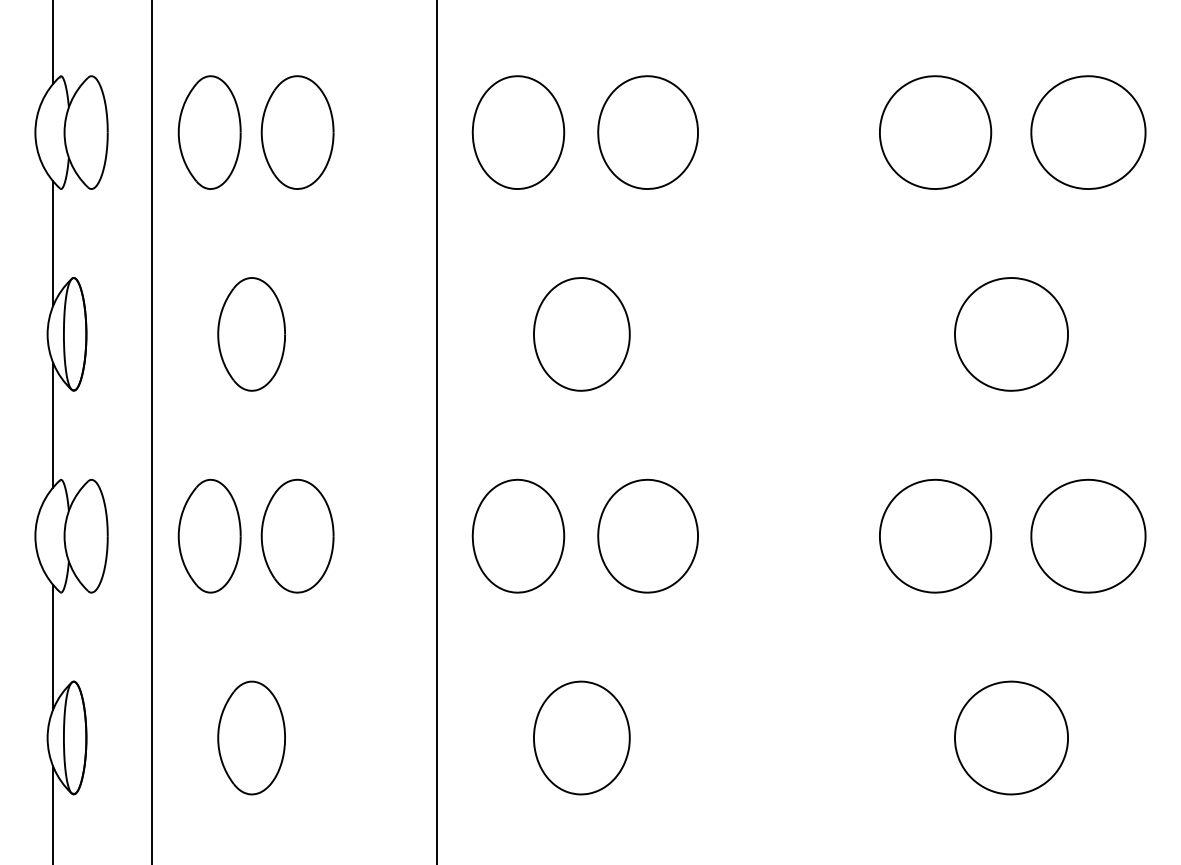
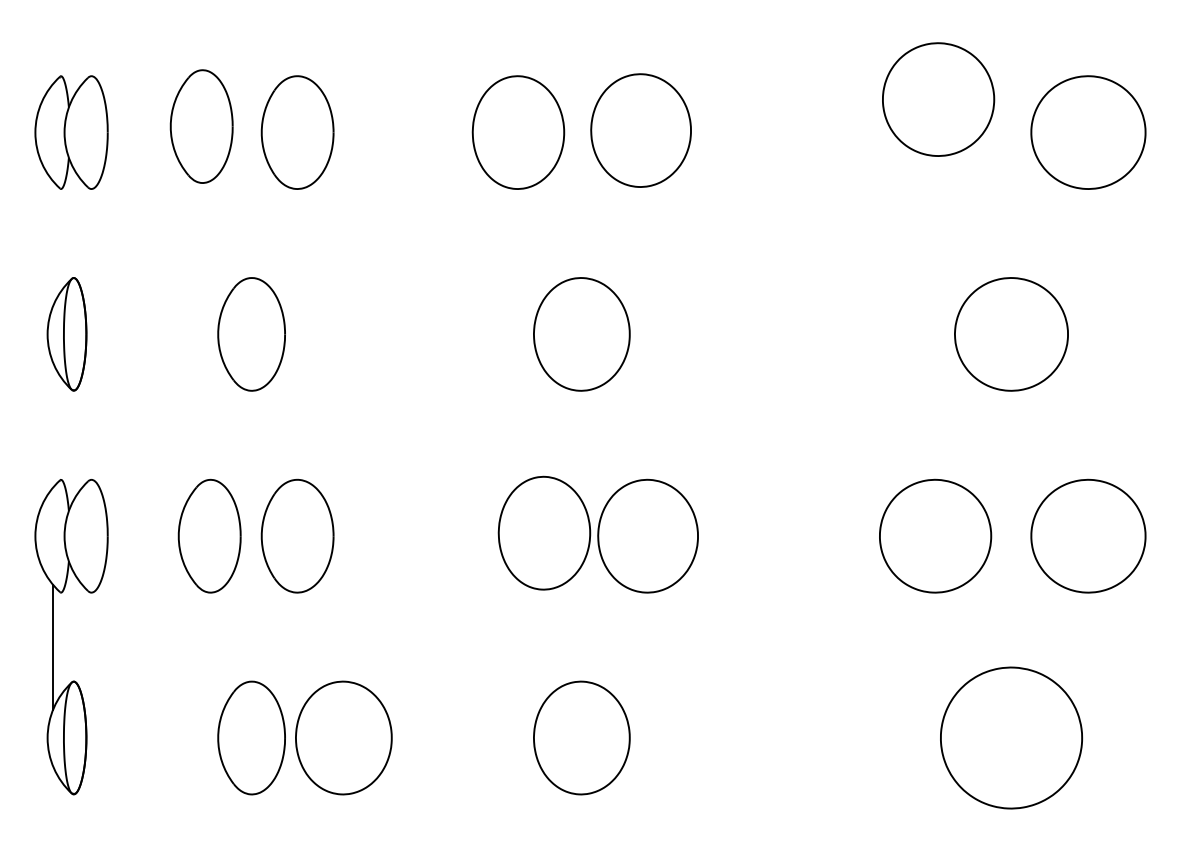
line at (53, 43): present -> none
part at (209, 132) position: (209, 132) -> (201, 126)
part at (647, 132) position: (647, 132) -> (640, 130)
part at (935, 132) position: (935, 132) -> (938, 99)
line at (53, 243): present -> none
line at (53, 424): present -> none
line at (152, 431): present -> none
line at (436, 431): present -> none
part at (518, 535) position: (518, 535) -> (544, 532)
part at (343, 737): none -> present
part at (1011, 737) size: 115x116 px -> 143x144 px
line at (53, 813): present -> none
